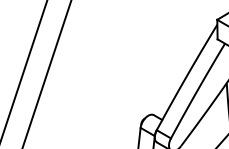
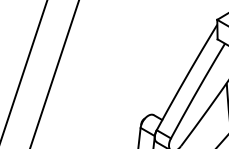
line at (46, 73) position: (46, 73) -> (54, 73)
